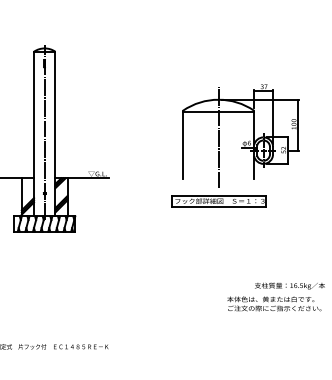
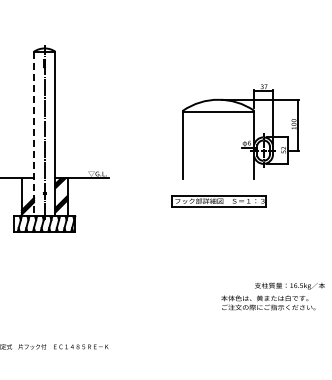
line at (34, 134): solid -> dashed
line at (218, 137): present -> none
text at (274, 303) position: (274, 303) -> (268, 302)
